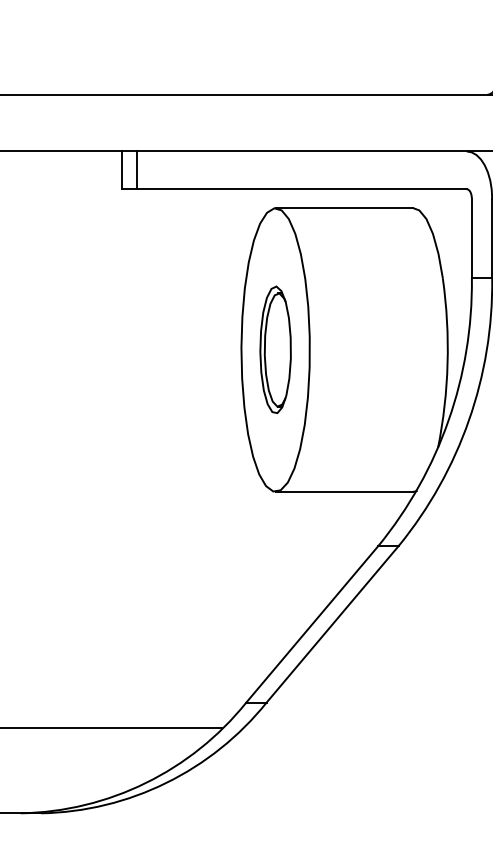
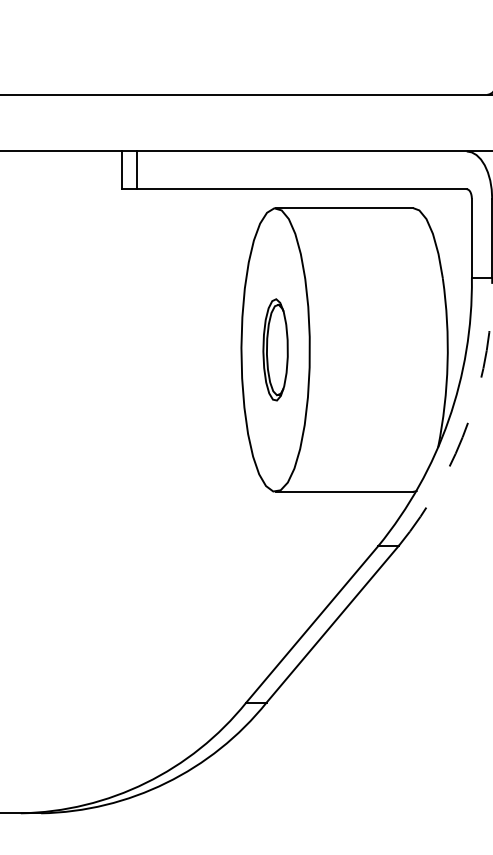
part at (275, 349) size: 33x130 px -> 27x104 px
arc at (468, 420): solid -> dashed
line at (112, 728): present -> none
